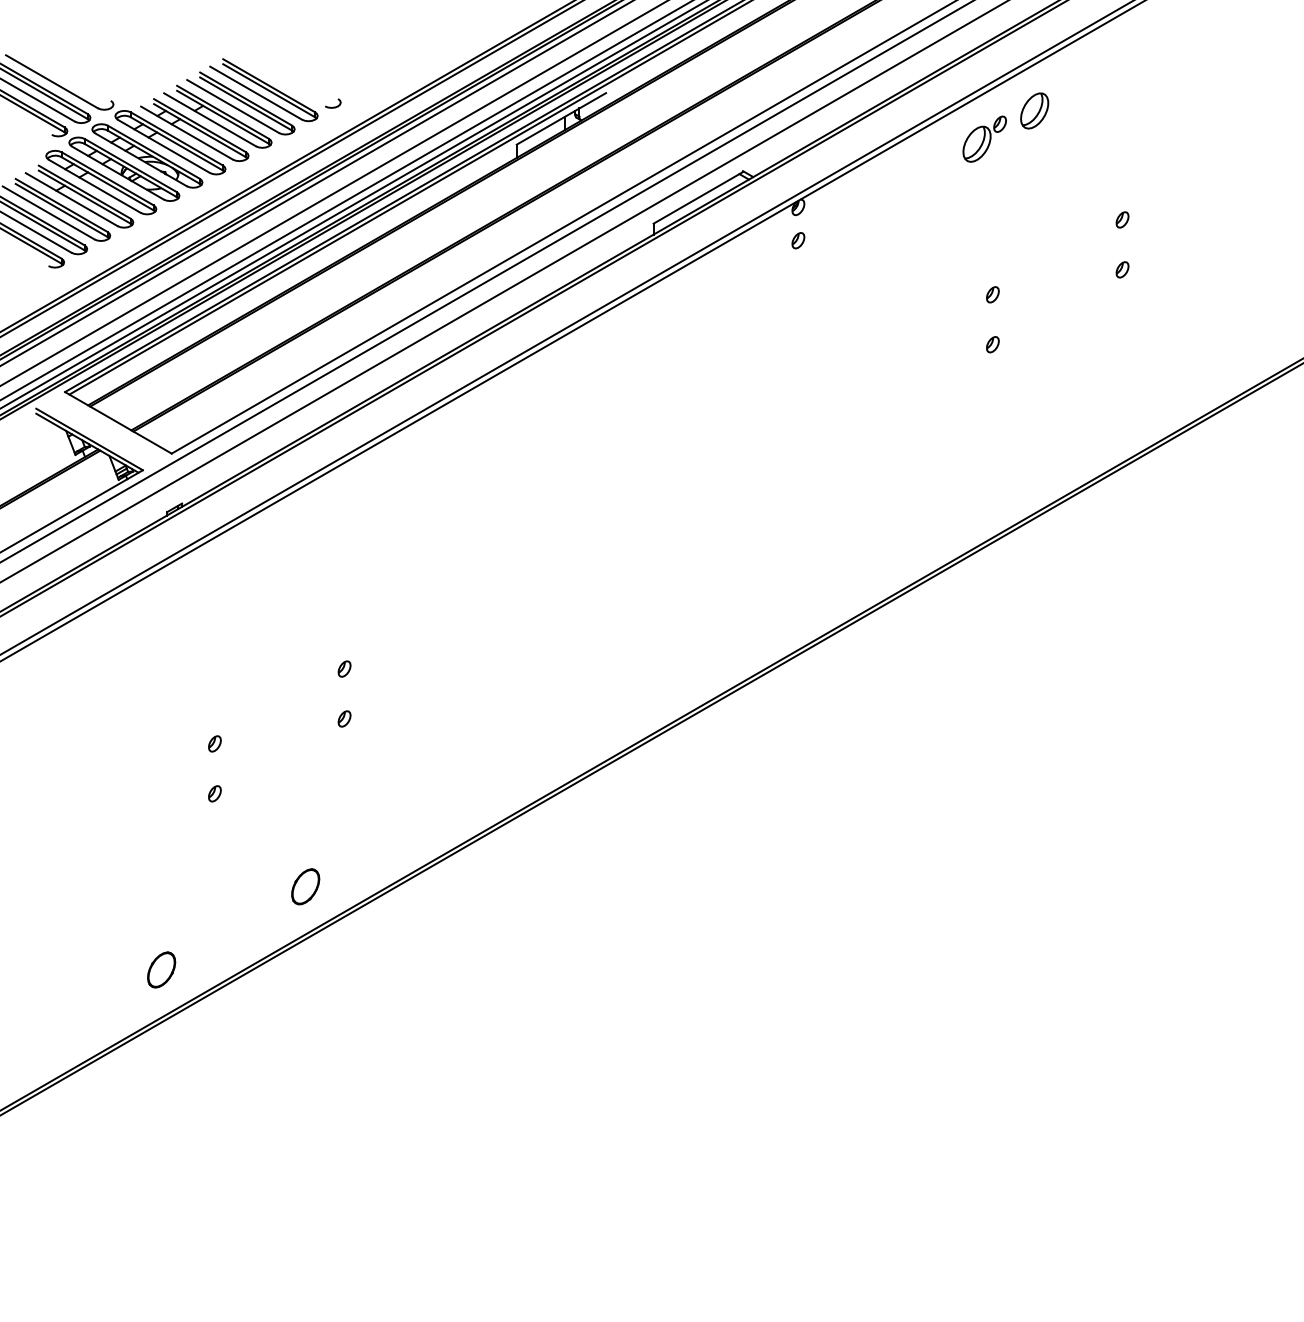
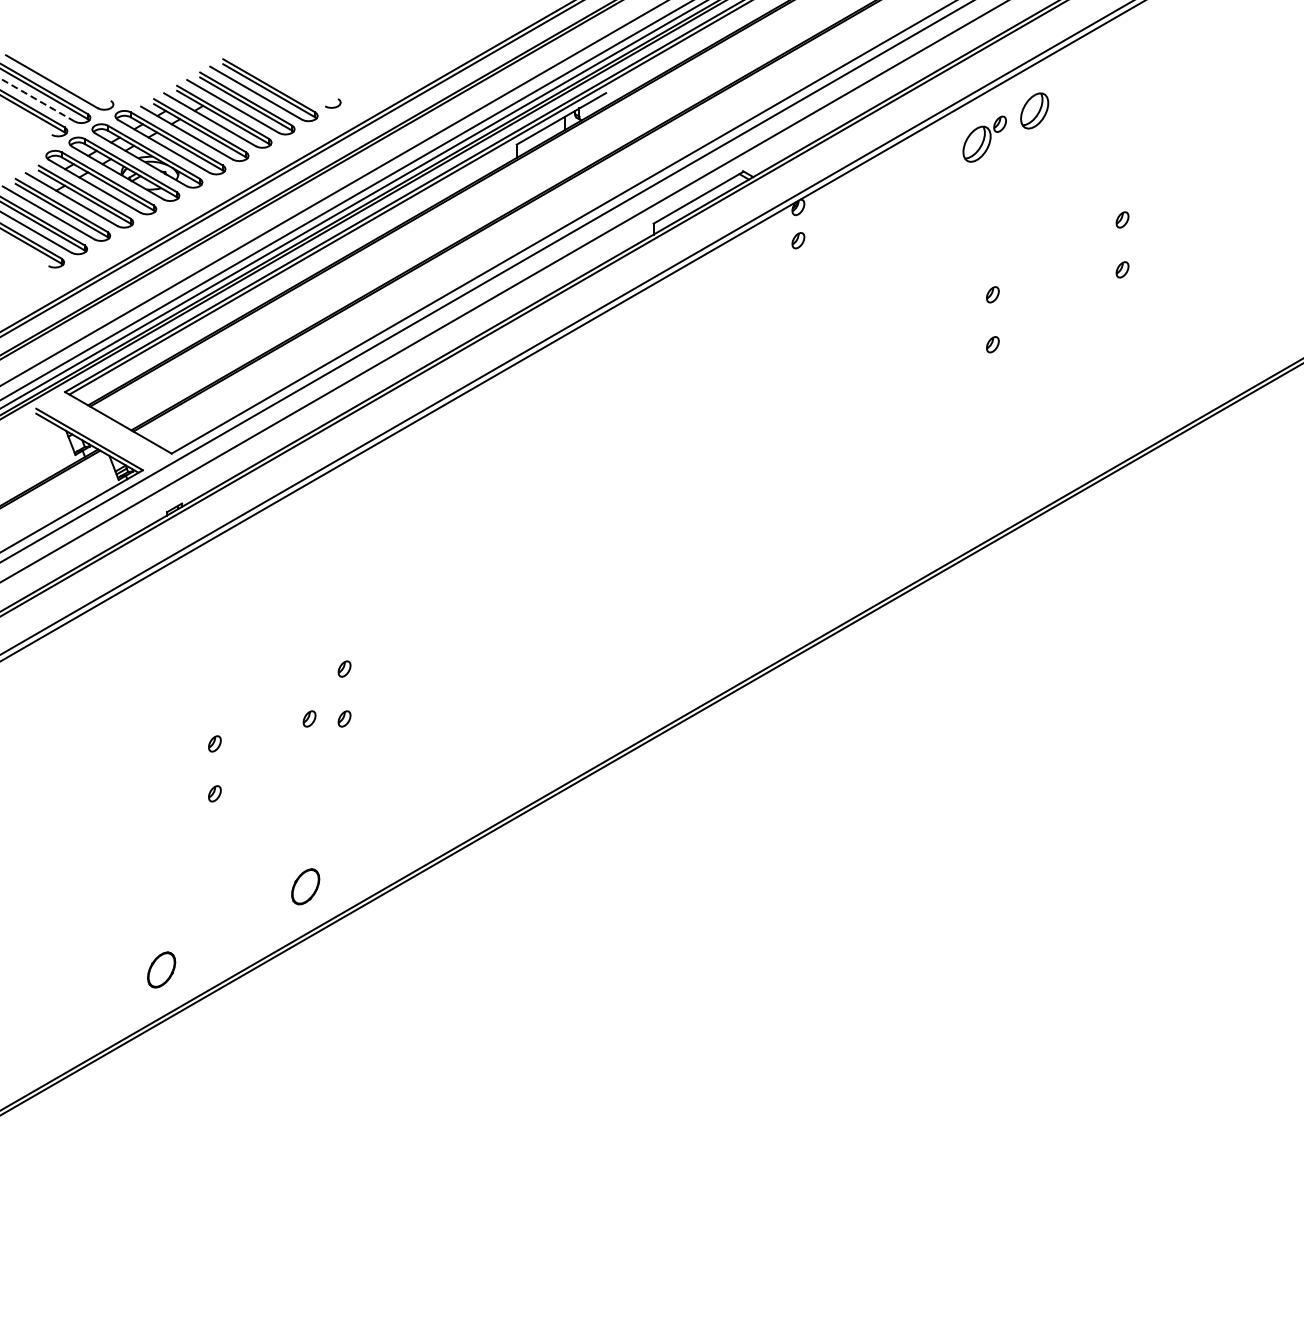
line at (37, 99): solid -> dashed
line at (316, 183): present -> none
part at (309, 718): none -> present
